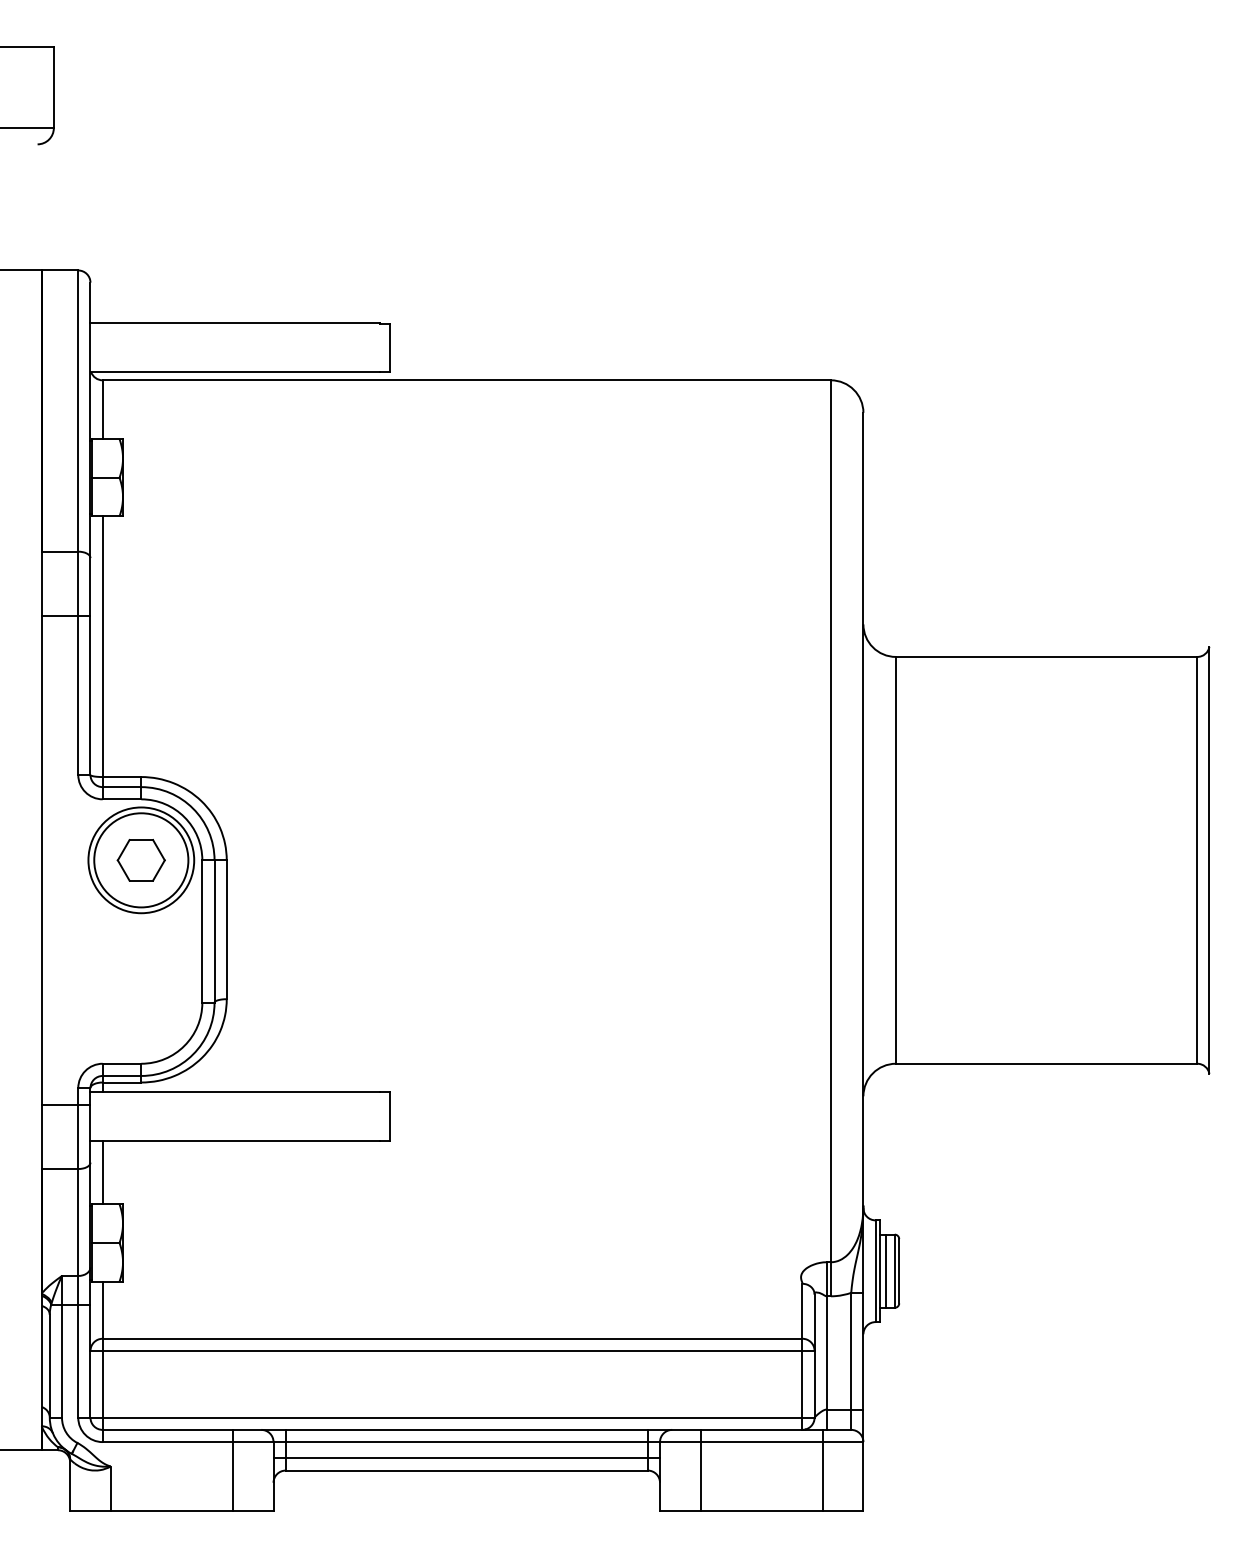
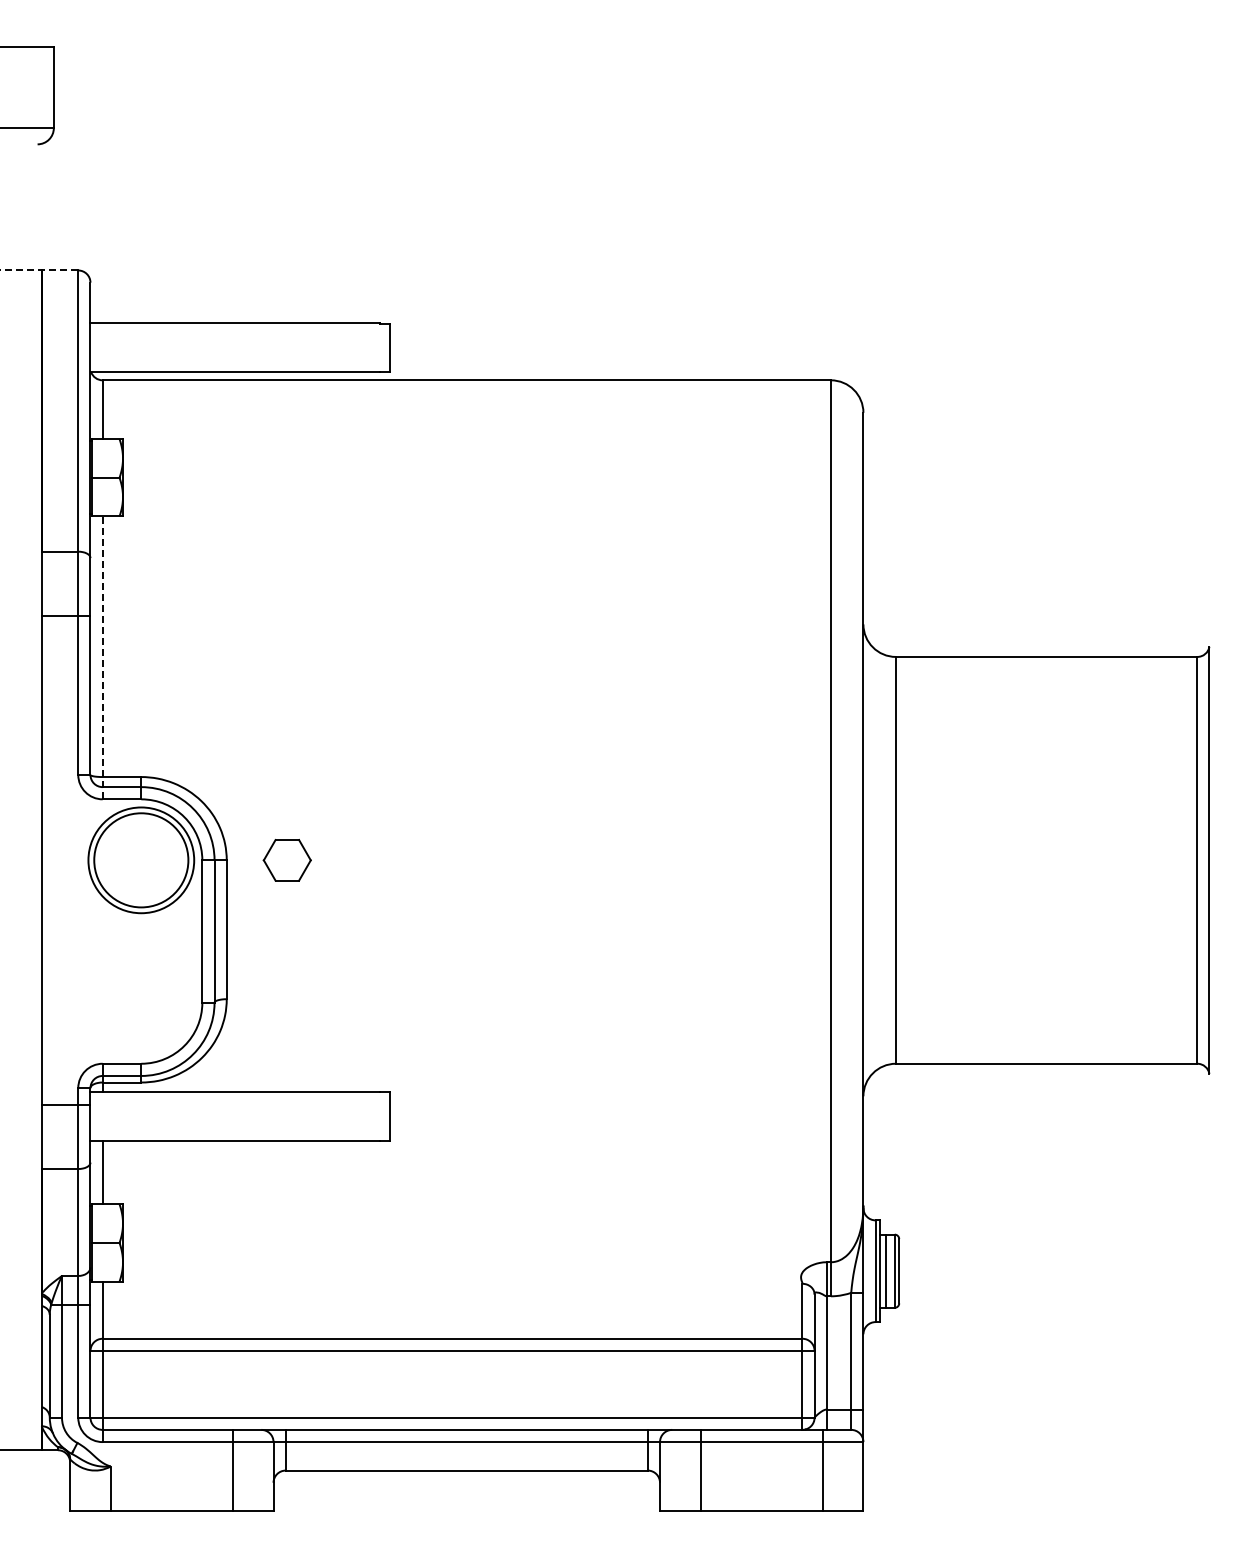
line at (39, 270): solid -> dashed
line at (102, 657): solid -> dashed
part at (140, 860) position: (140, 860) -> (286, 860)
line at (466, 1458): present -> none
